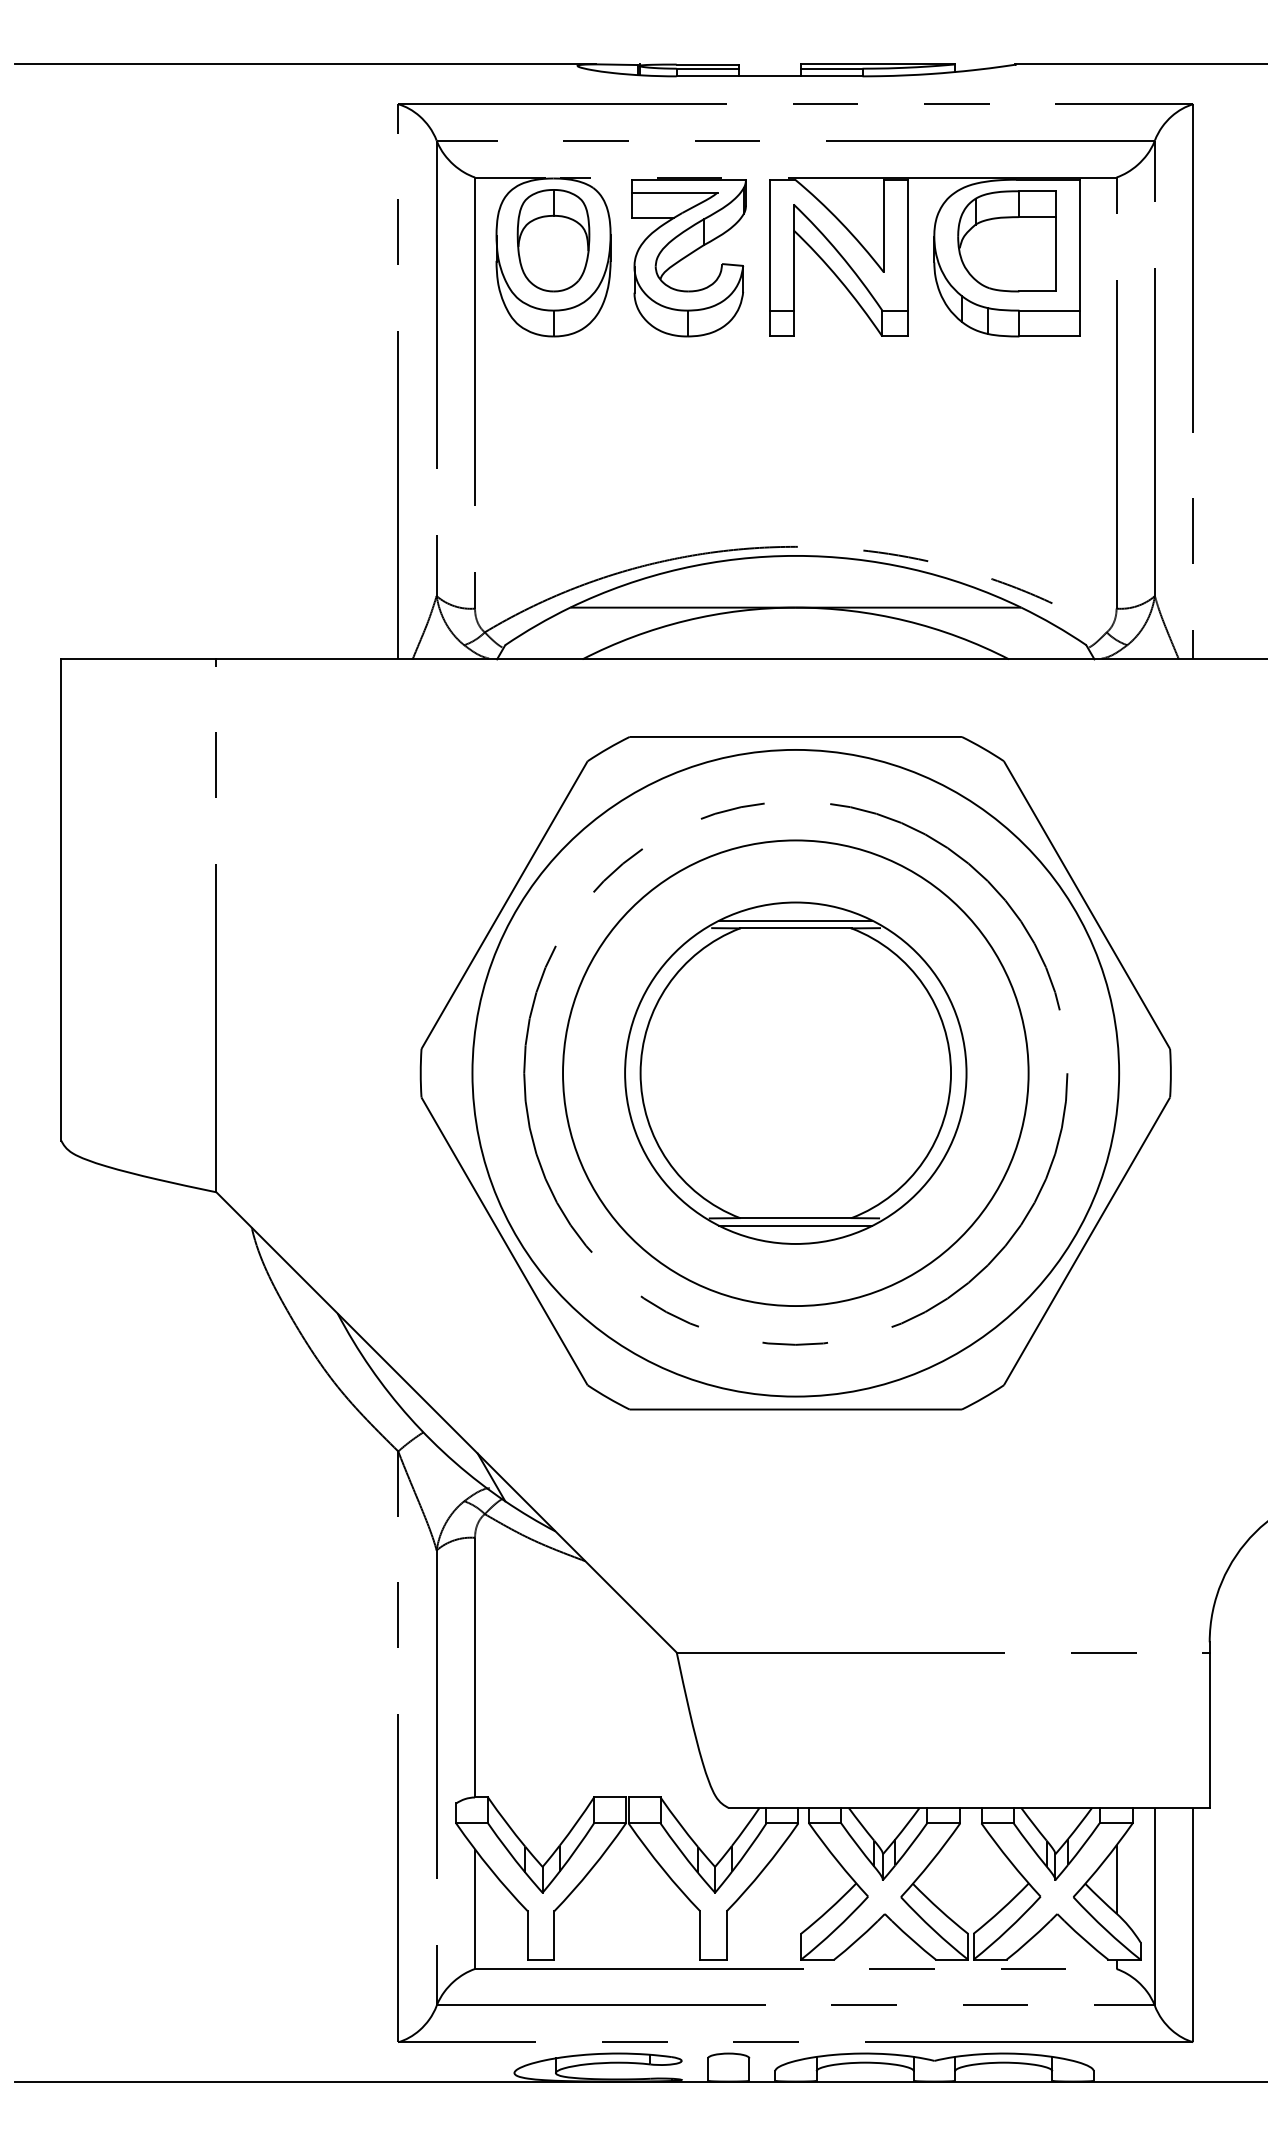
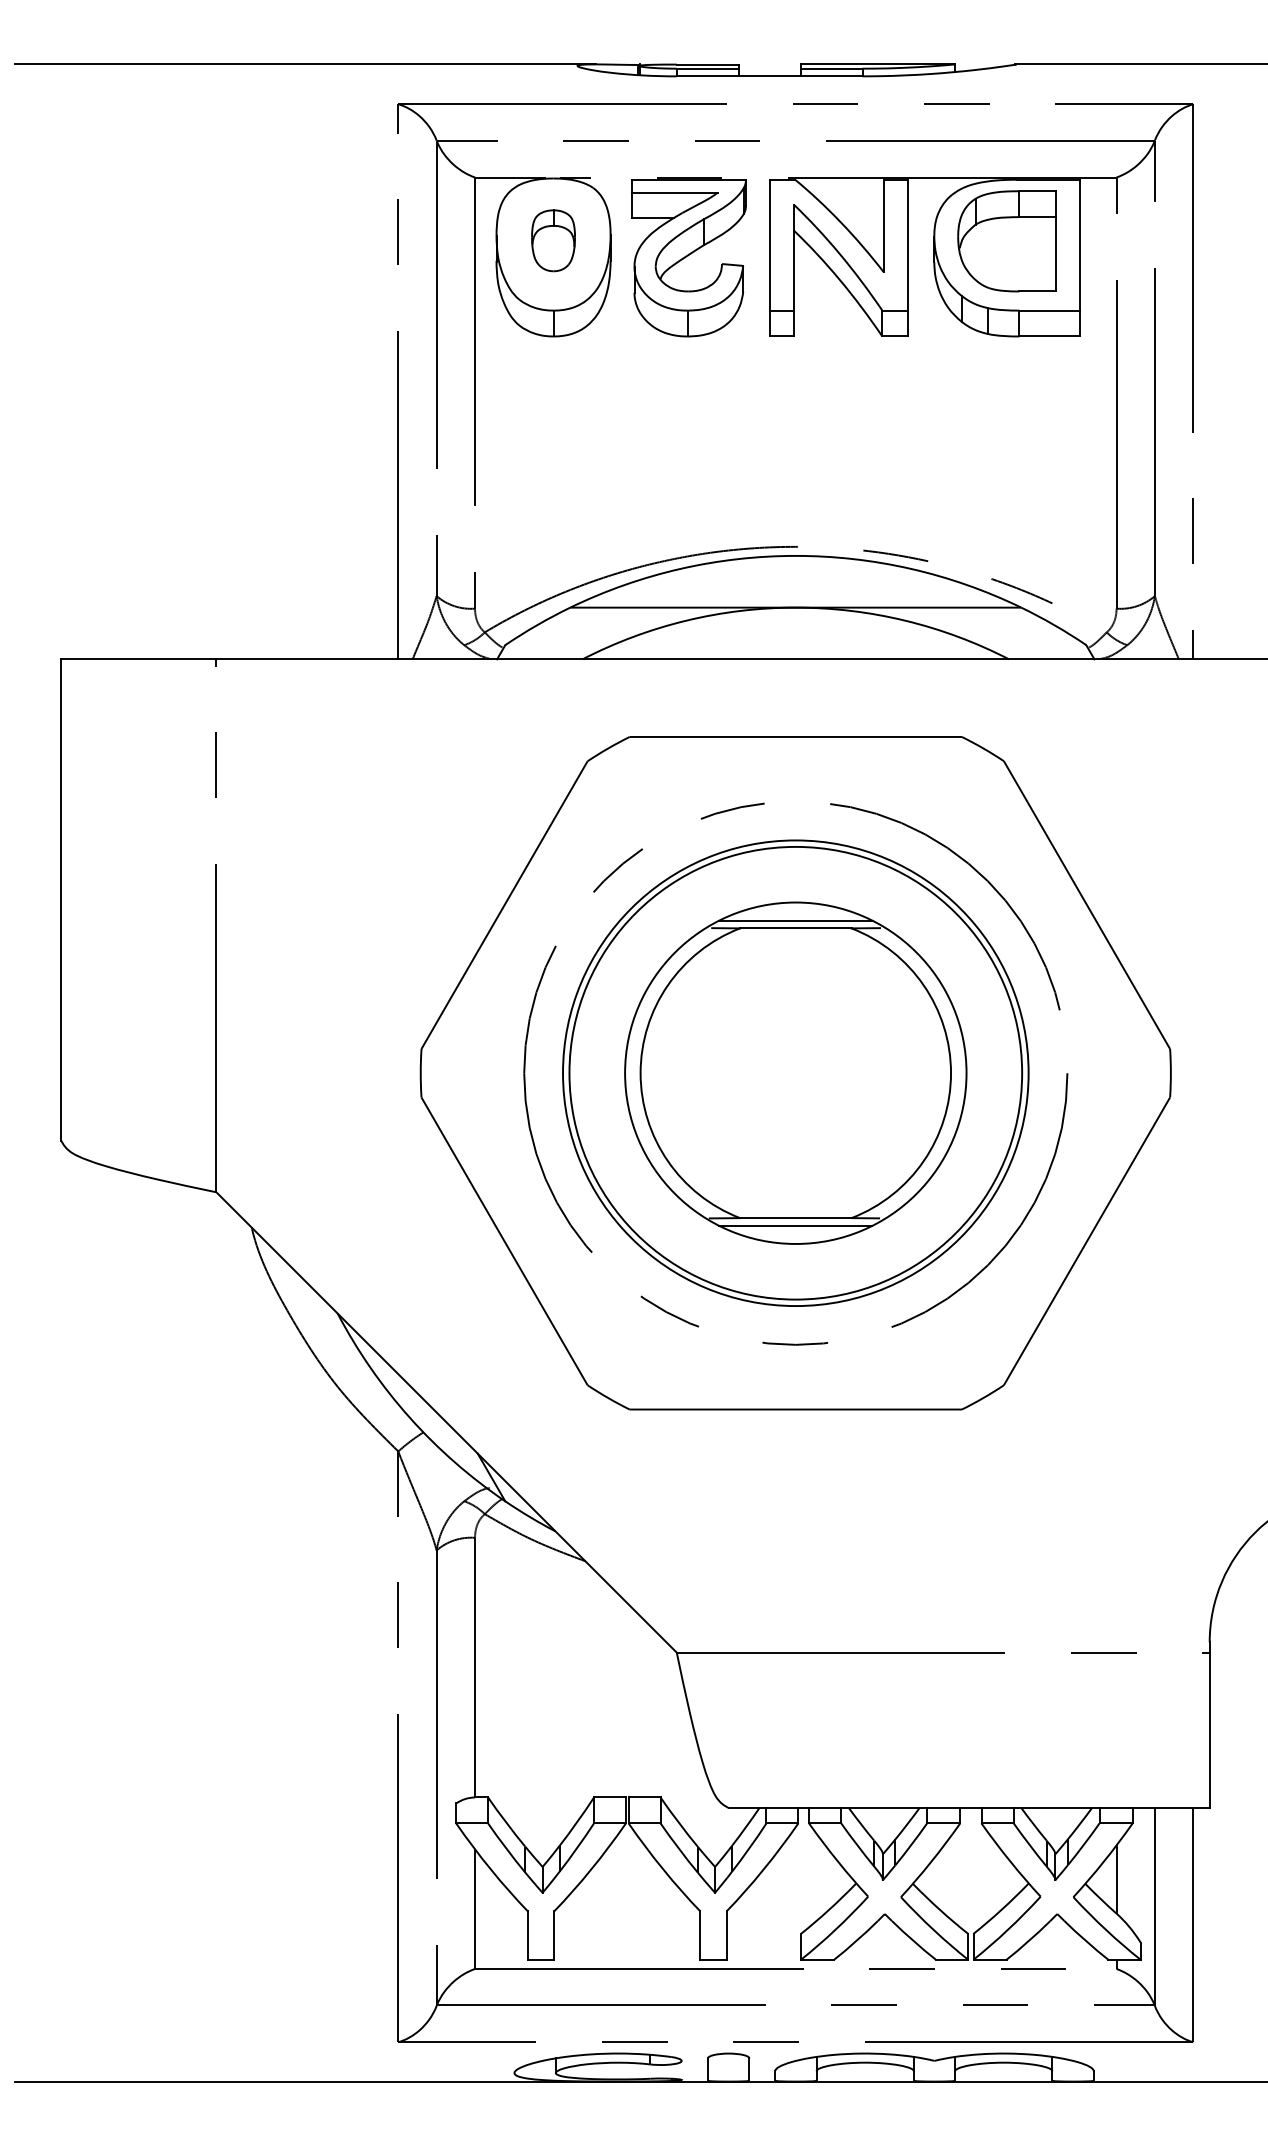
part at (553, 240) size: 75x104 px -> 45x64 px
circle at (795, 1072) diameter: 647 px -> 453 px
